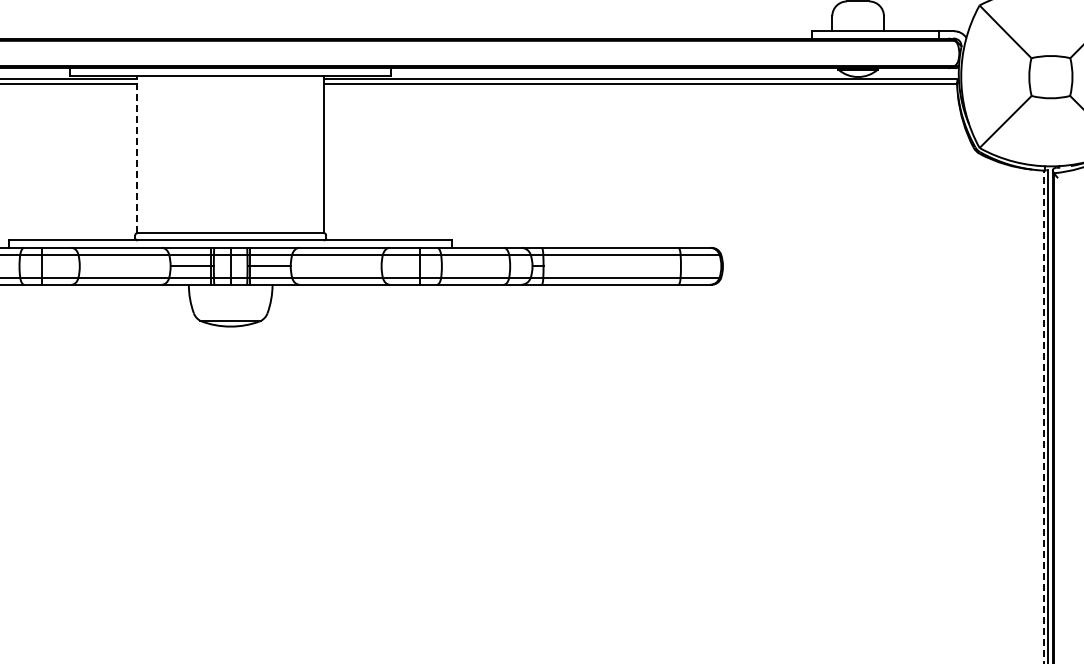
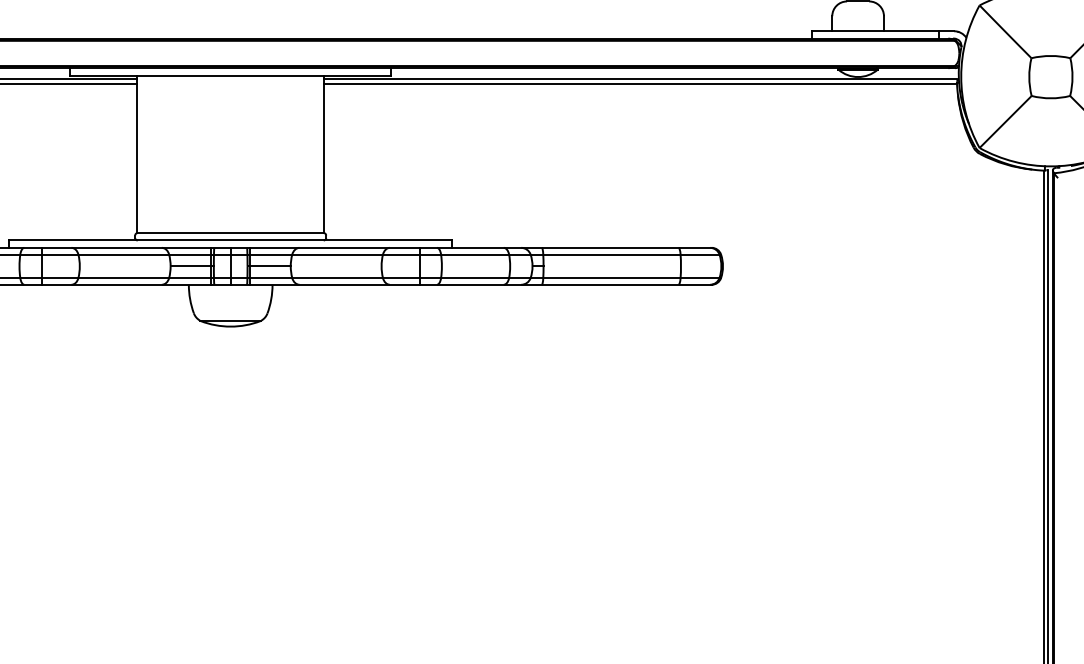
line at (137, 154): dashed -> solid
line at (1043, 416): dashed -> solid
